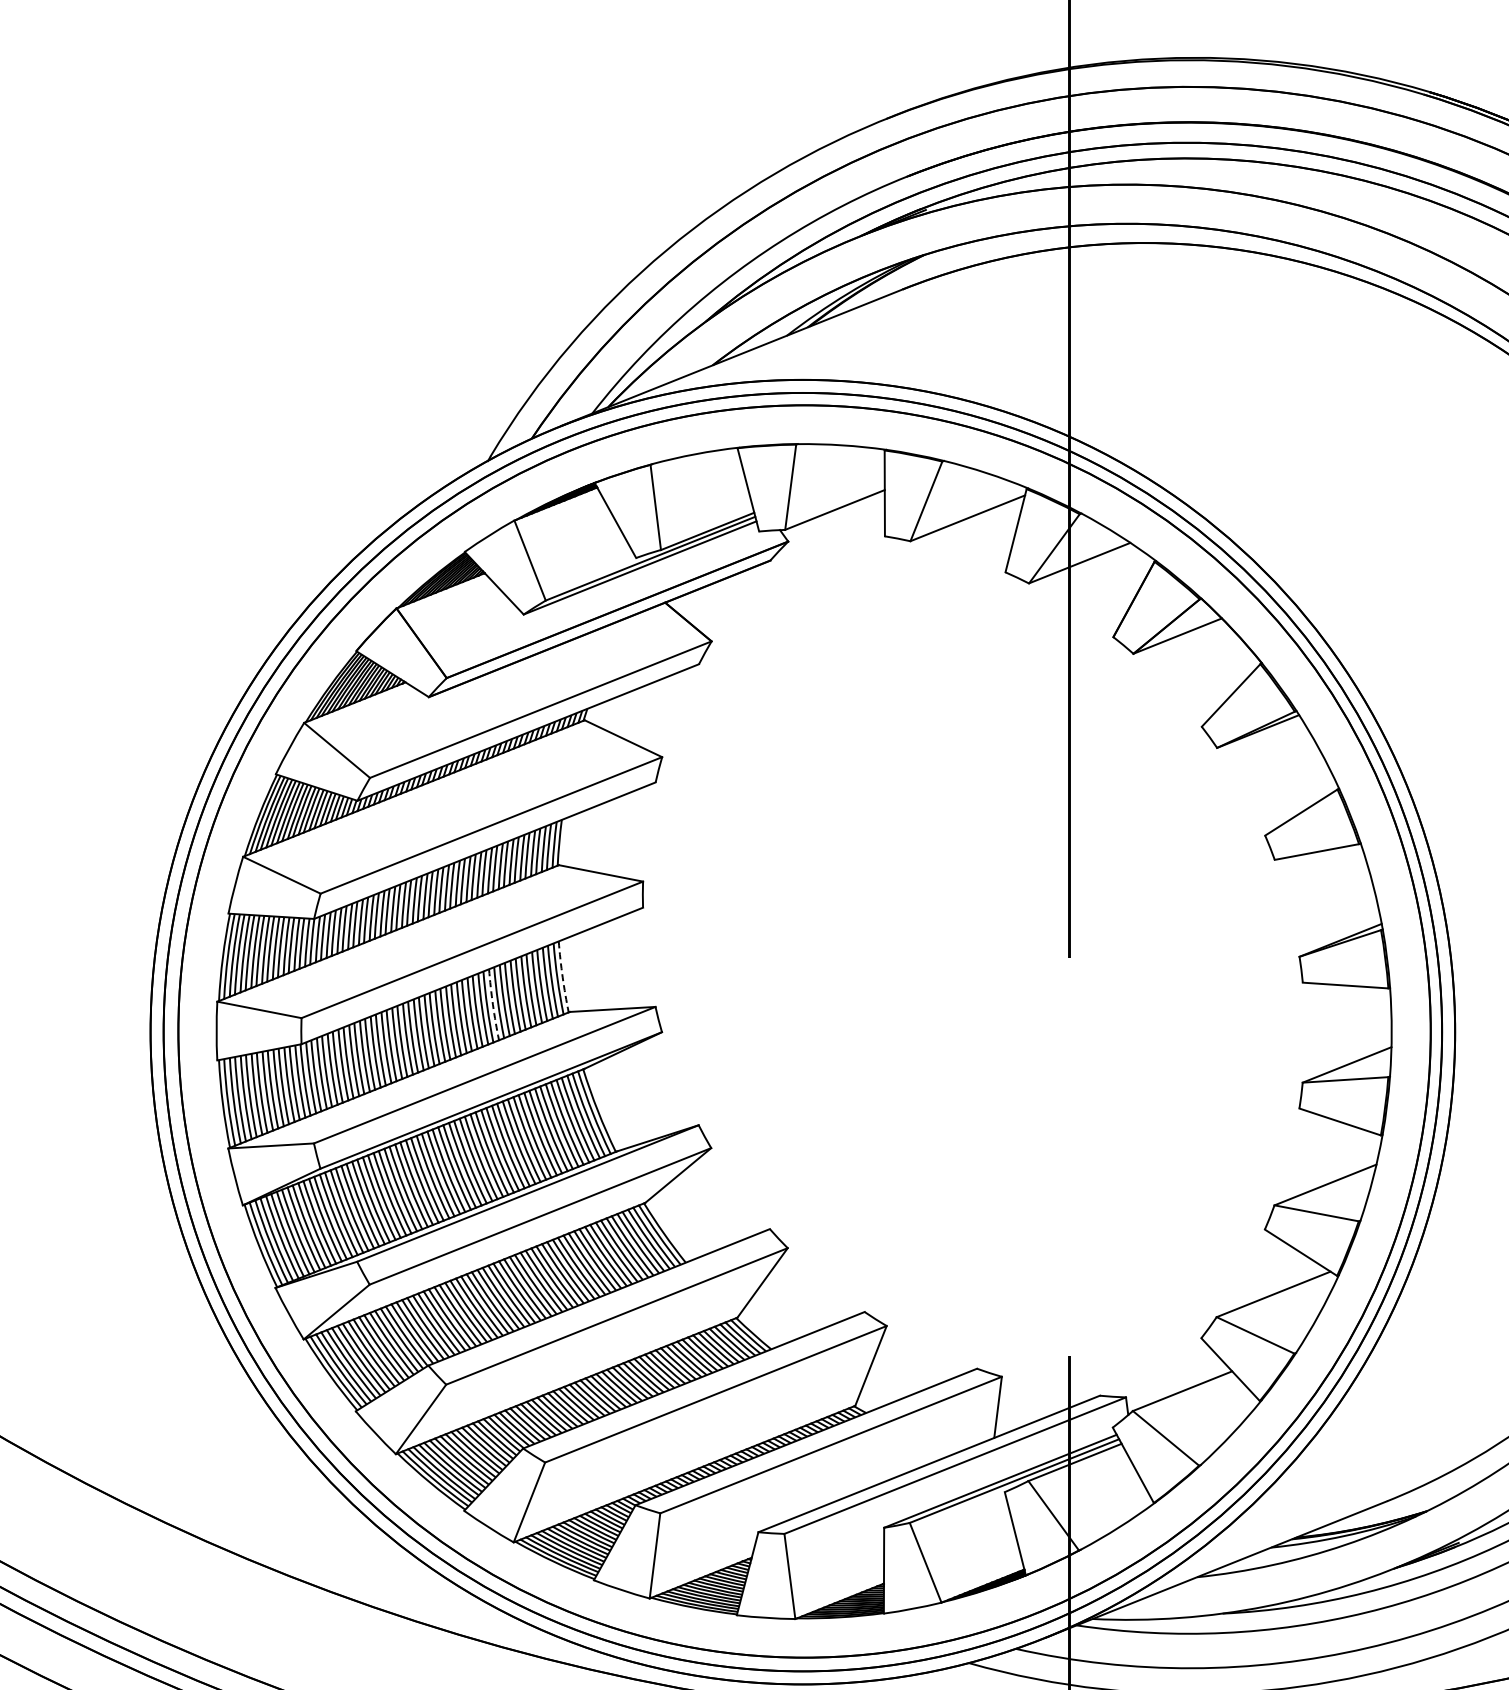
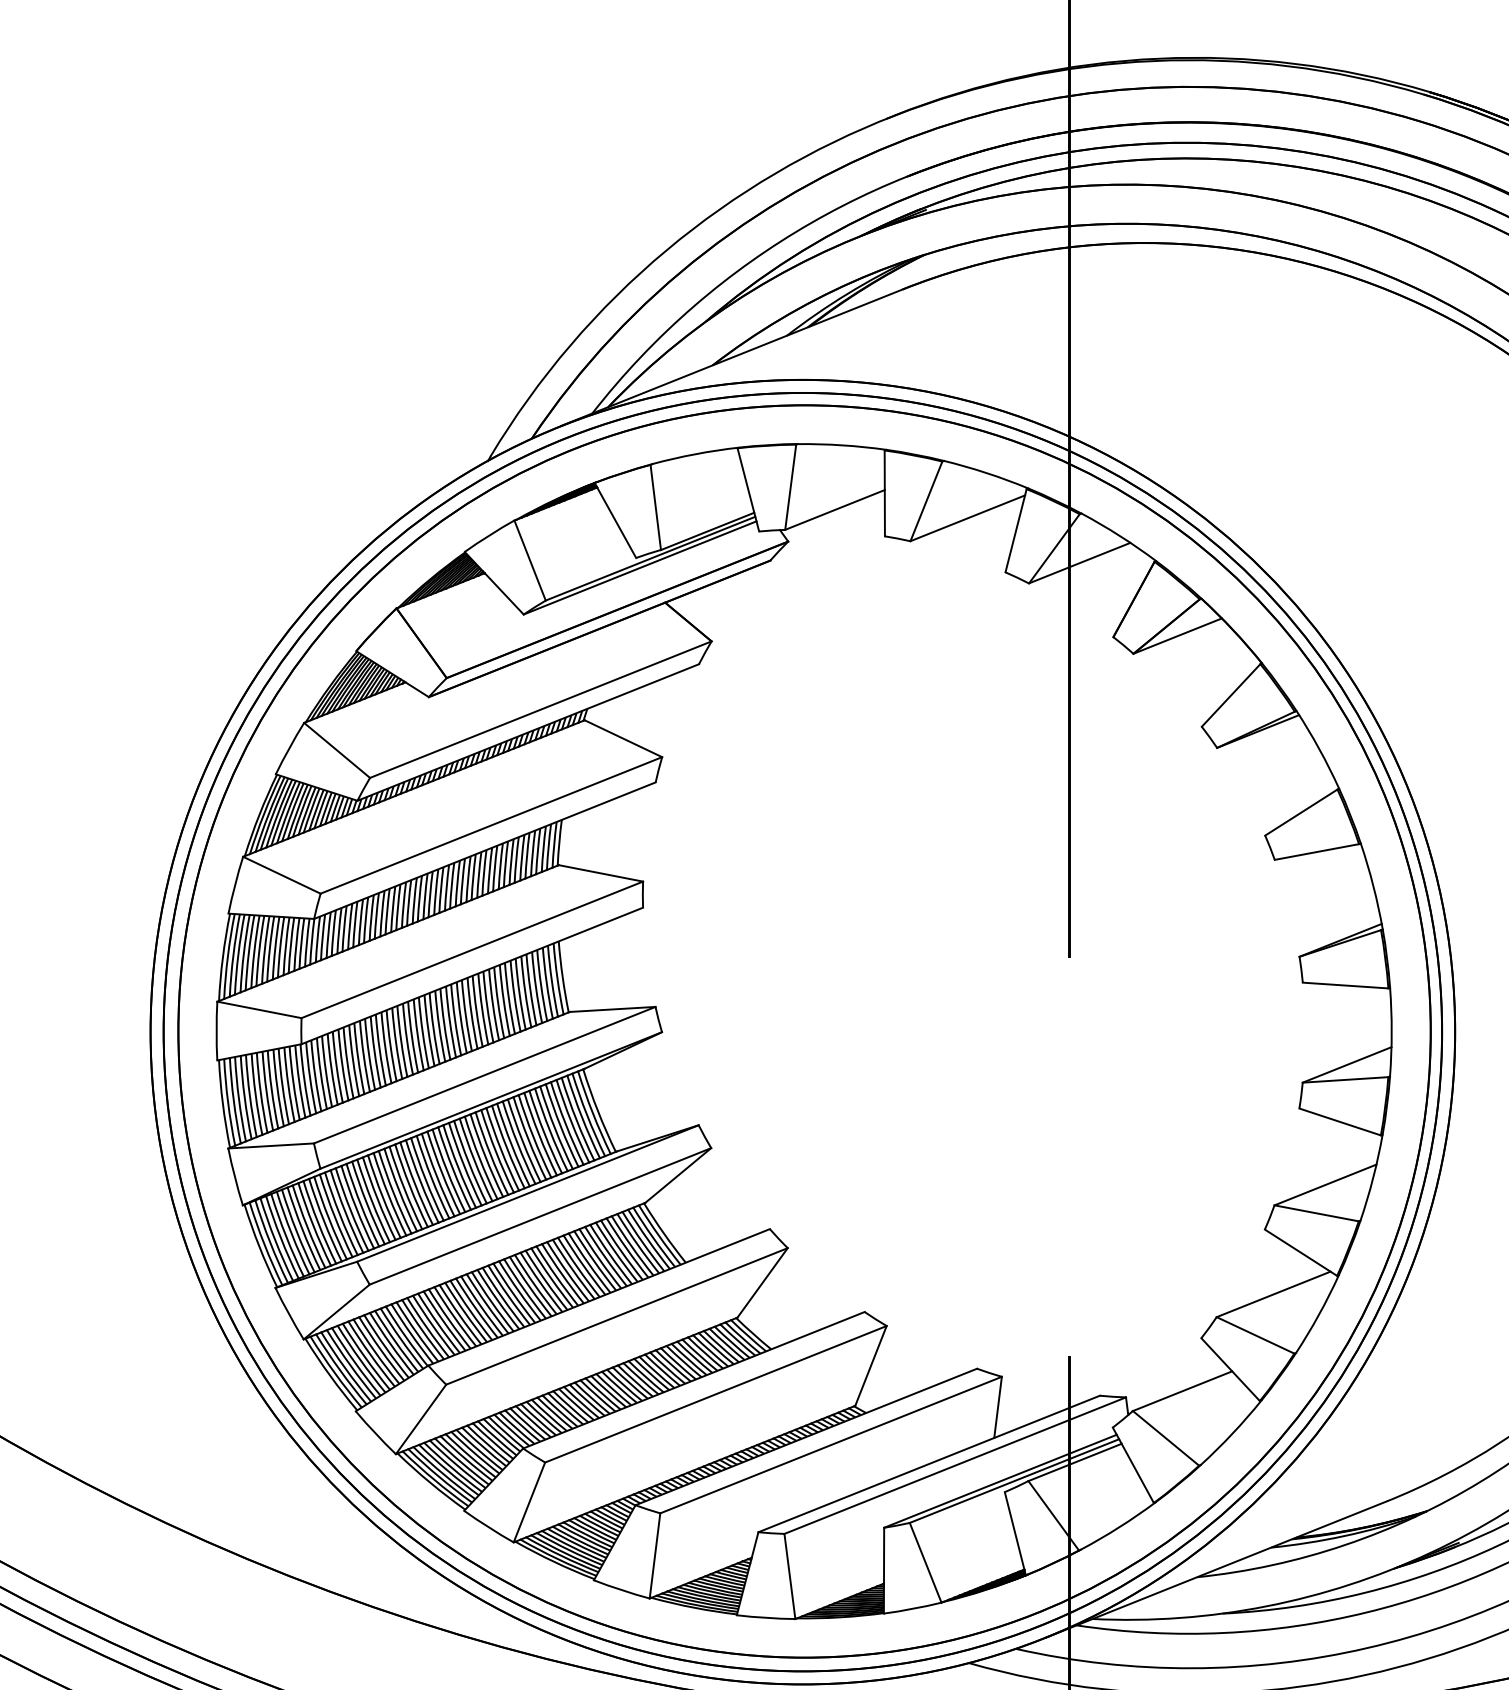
arc at (562, 977): dashed -> solid
arc at (492, 1004): dashed -> solid
